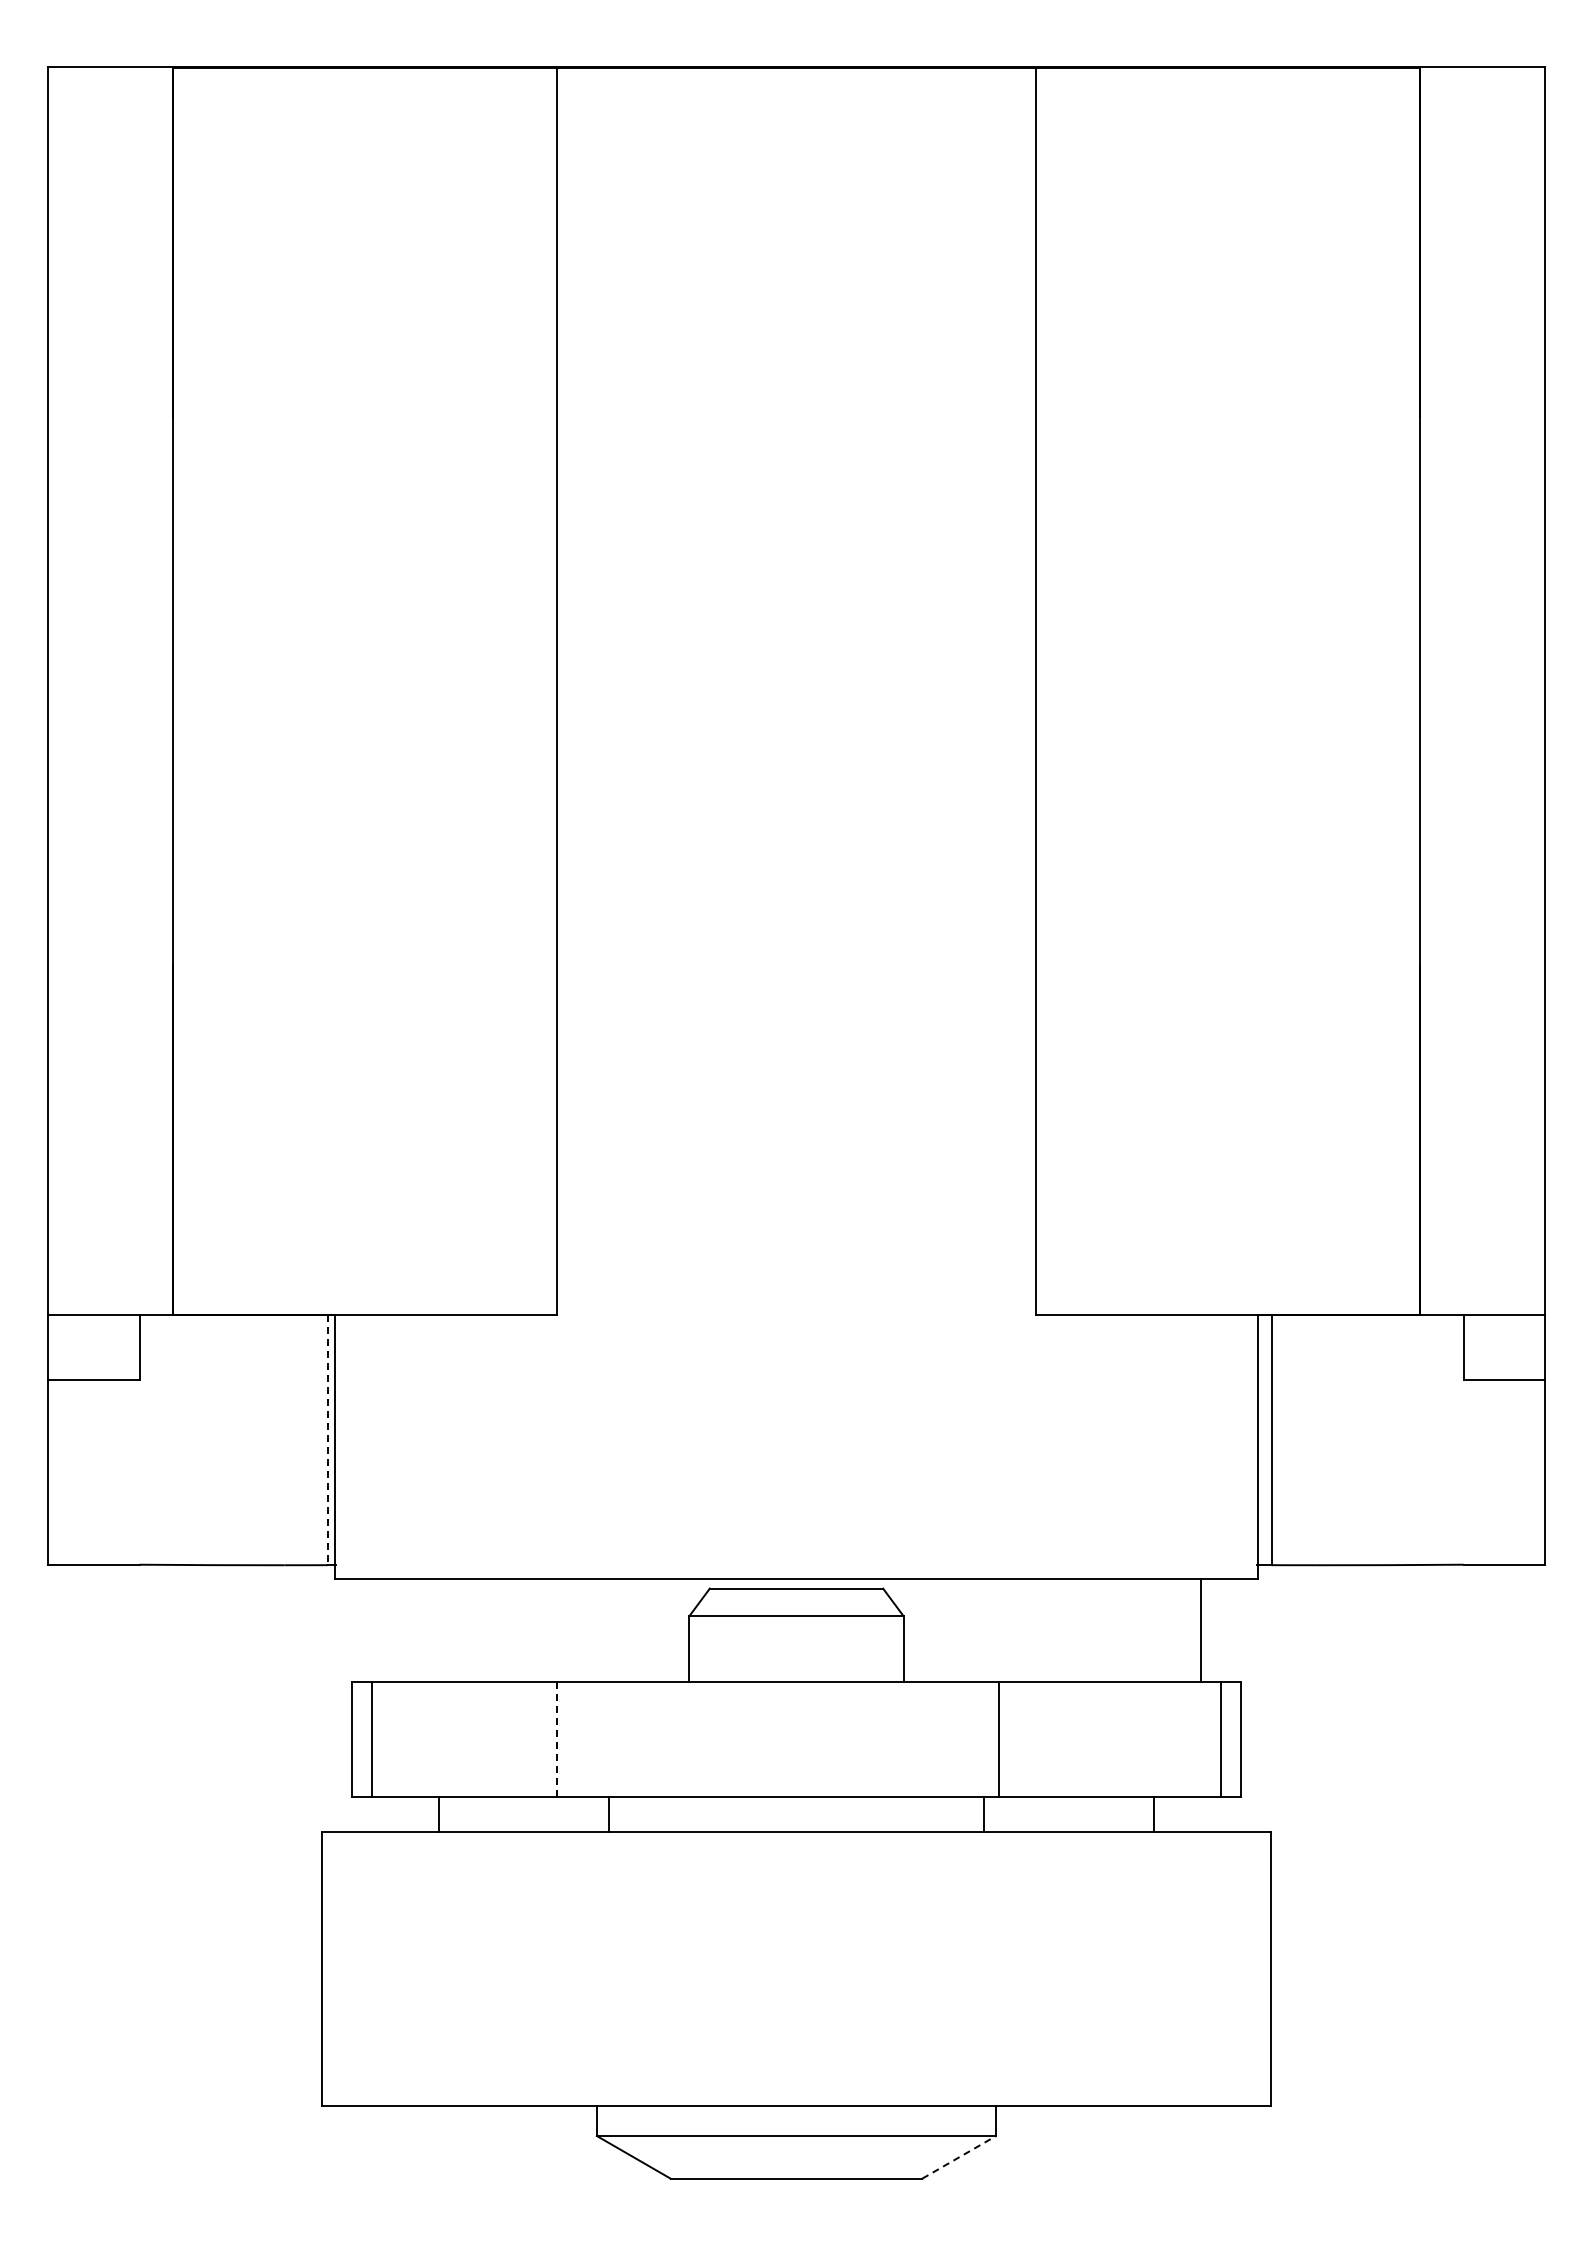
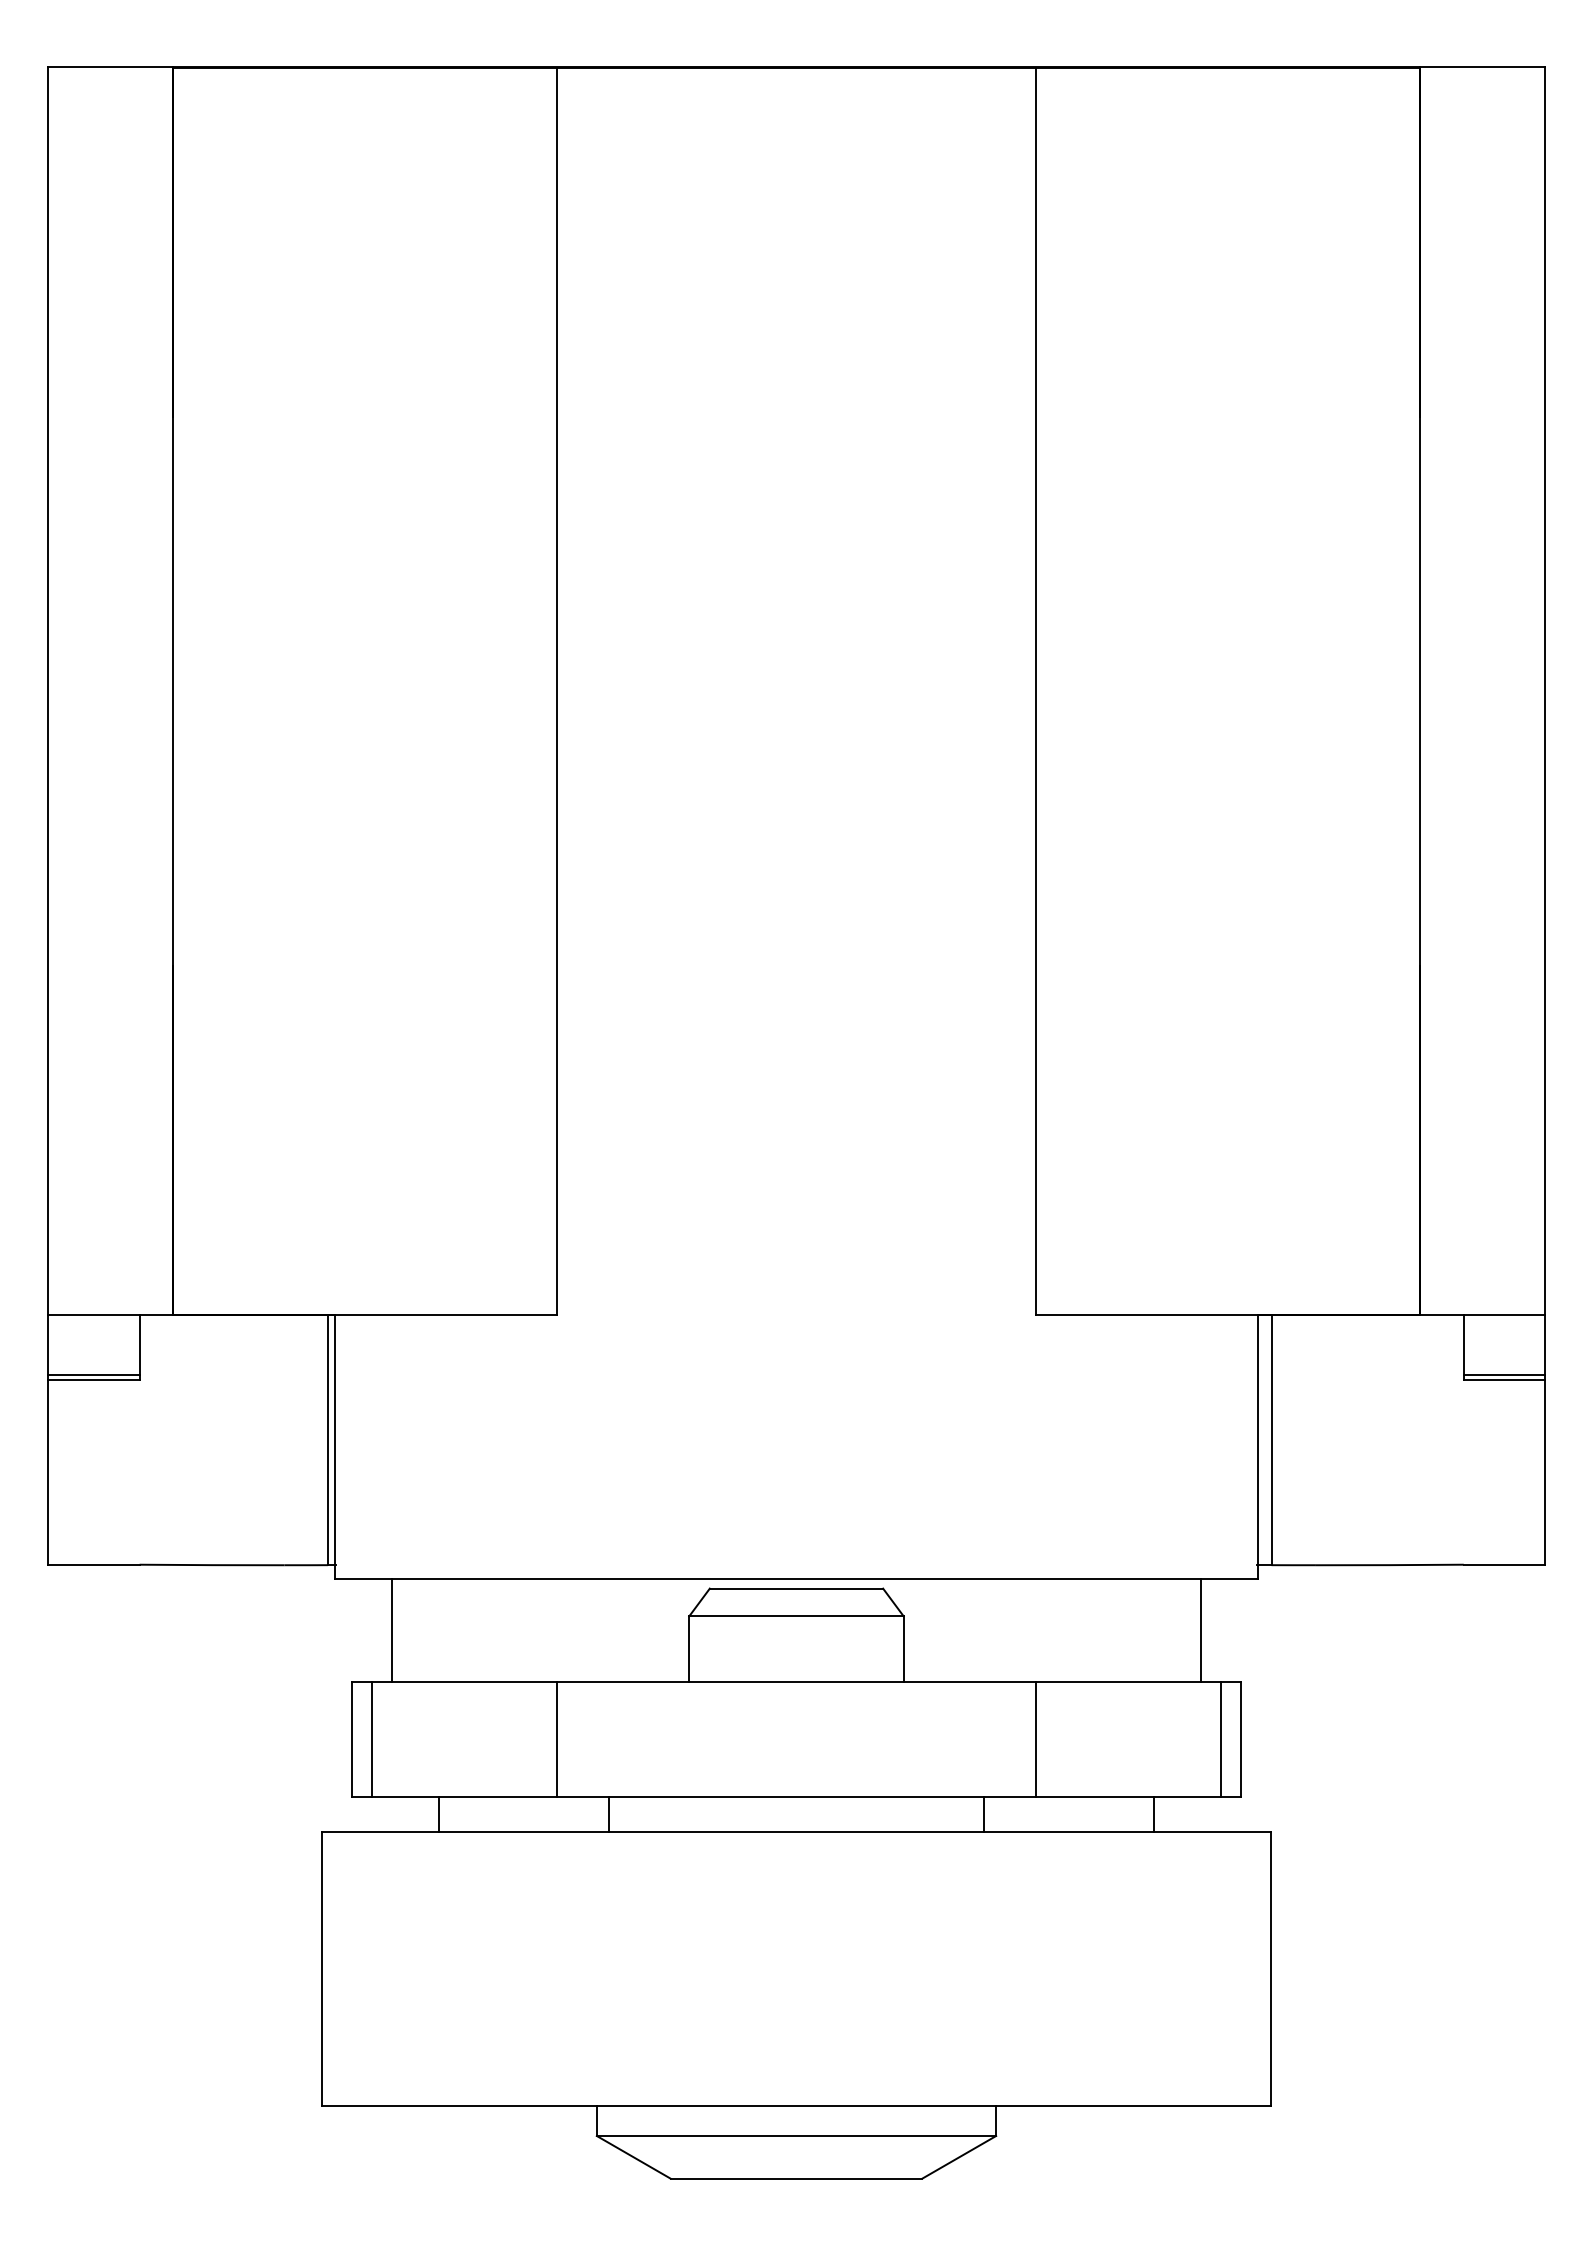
line at (93, 1375): none -> present
line at (1504, 1375): none -> present
line at (327, 1440): dashed -> solid
line at (392, 1630): none -> present
line at (557, 1739): dashed -> solid
line at (998, 1739) position: (998, 1739) -> (1035, 1739)
line at (959, 2157): dashed -> solid
